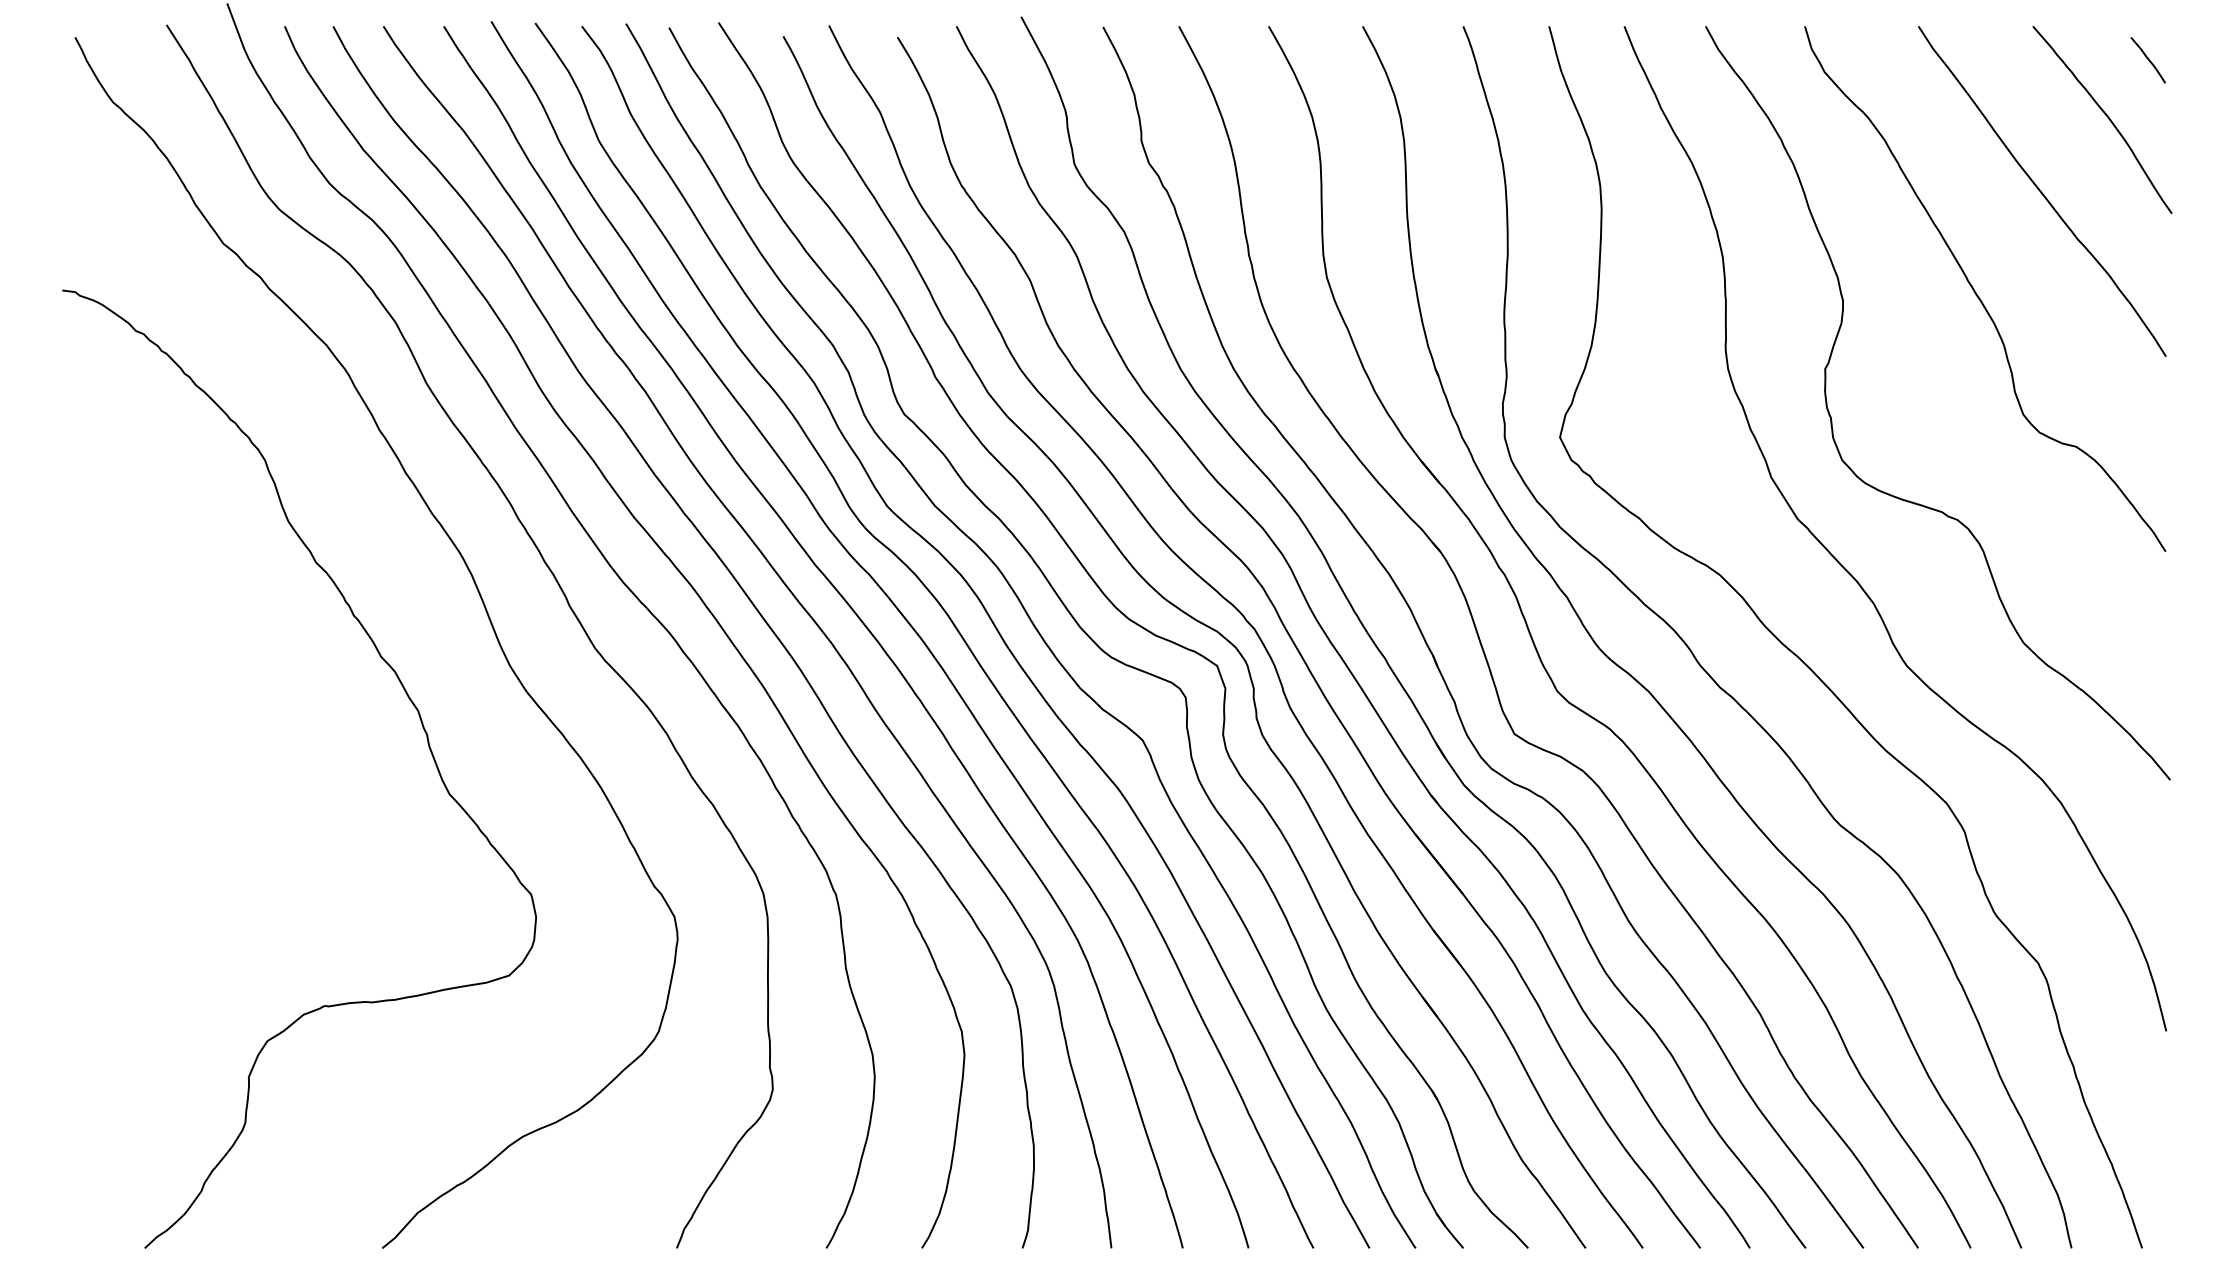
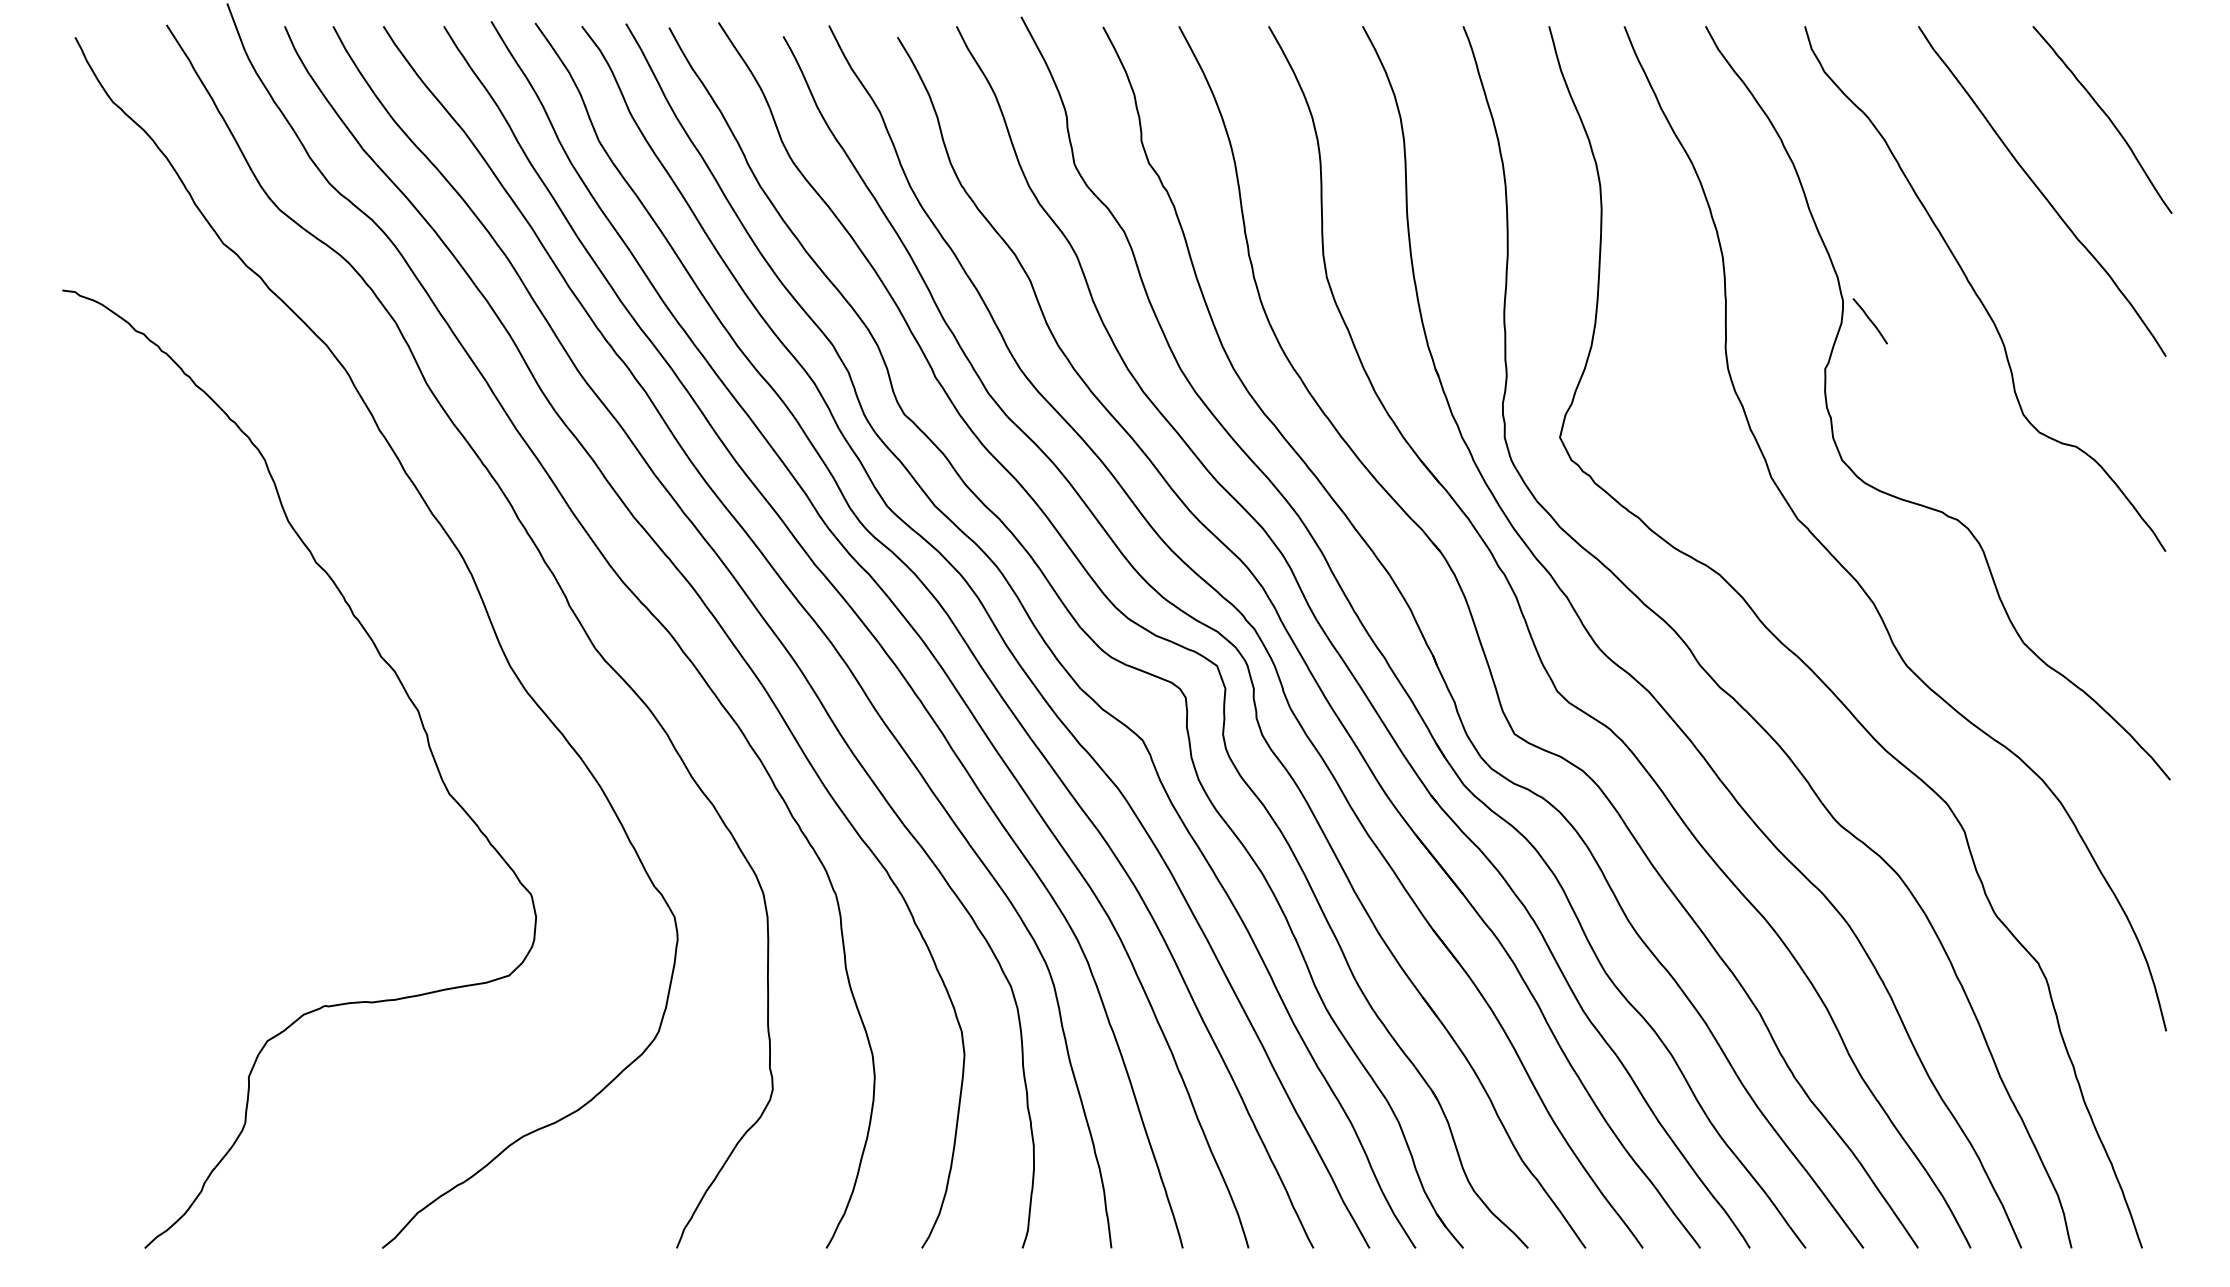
curve at (2147, 59) position: (2147, 59) -> (1869, 320)
